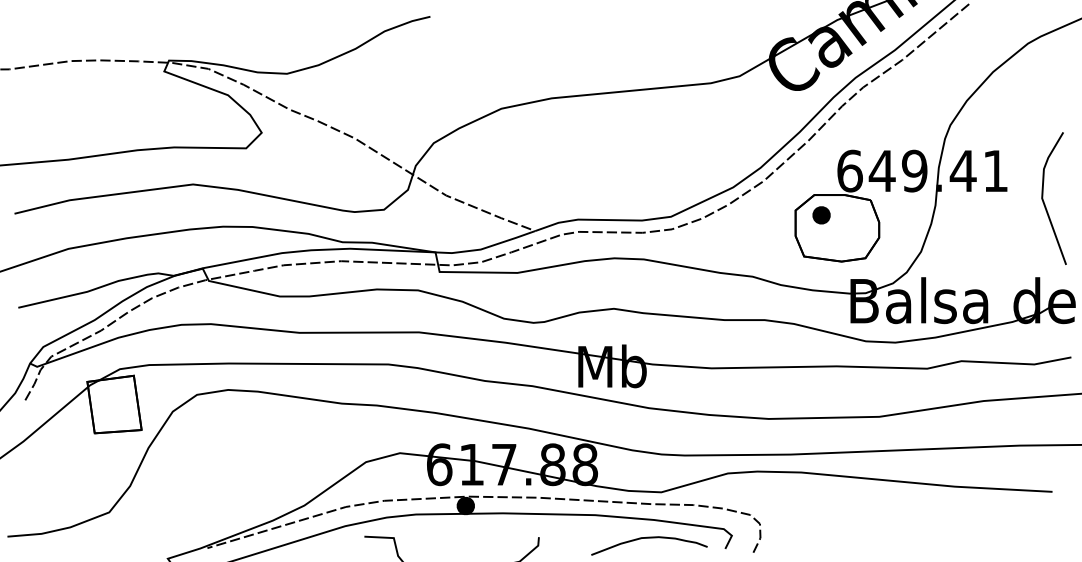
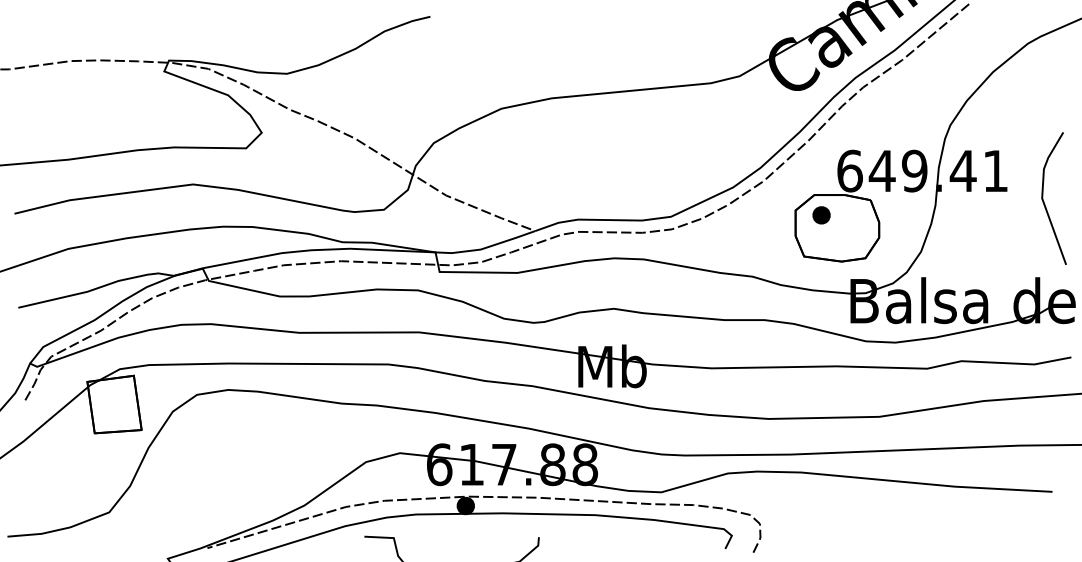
curve at (649, 538): present -> none
